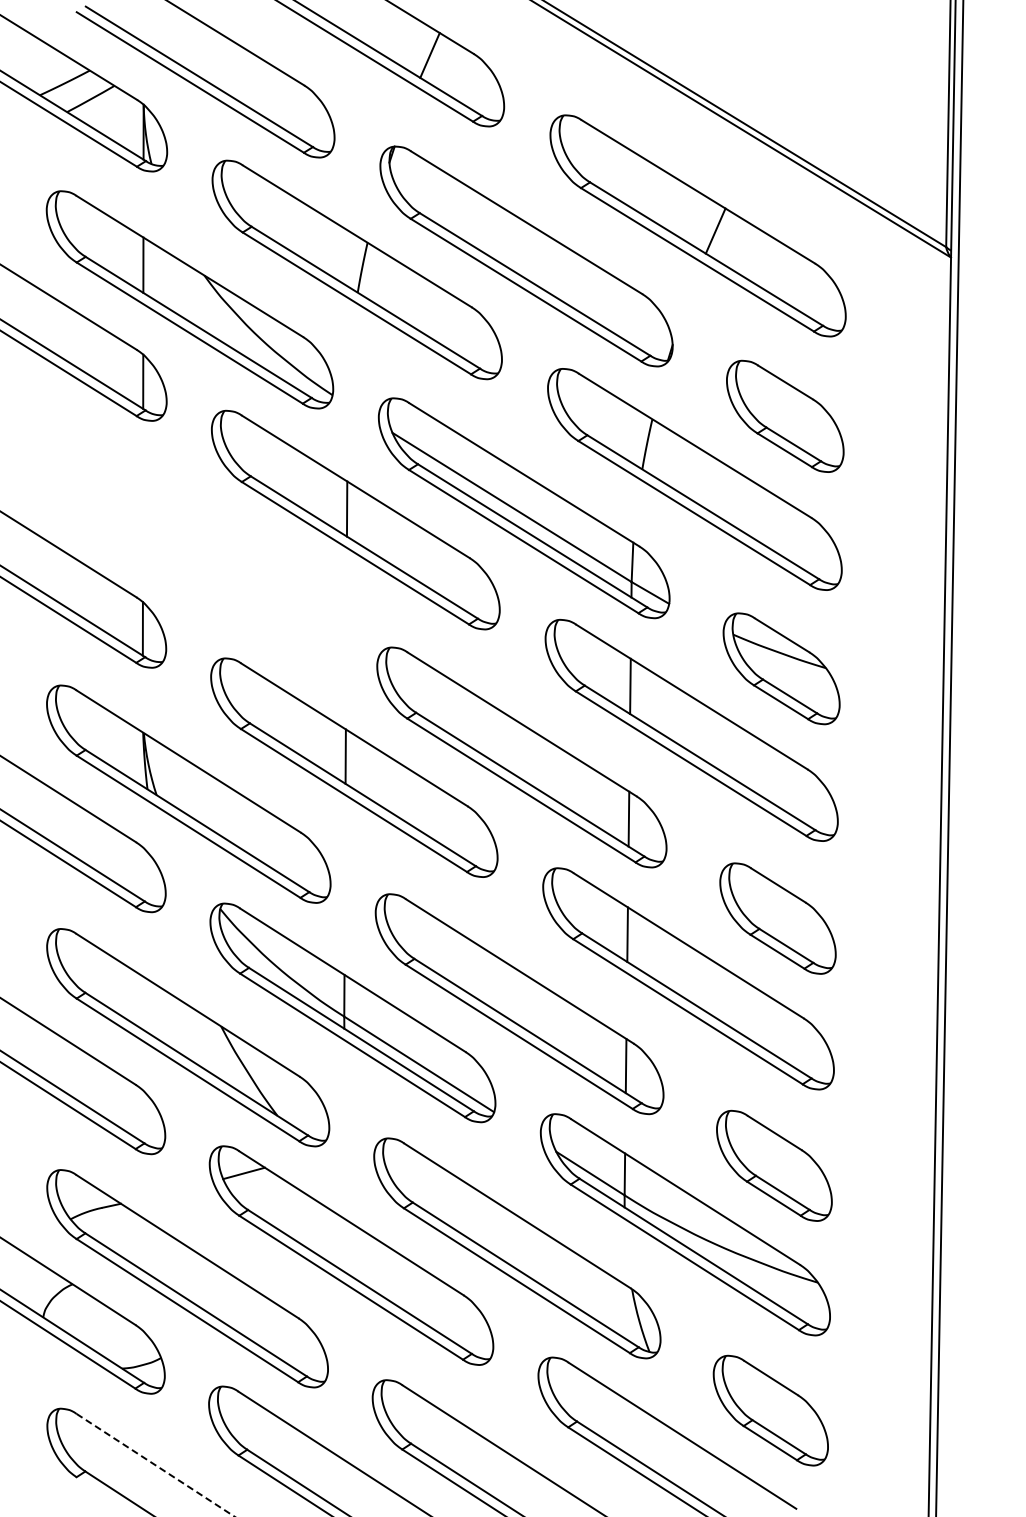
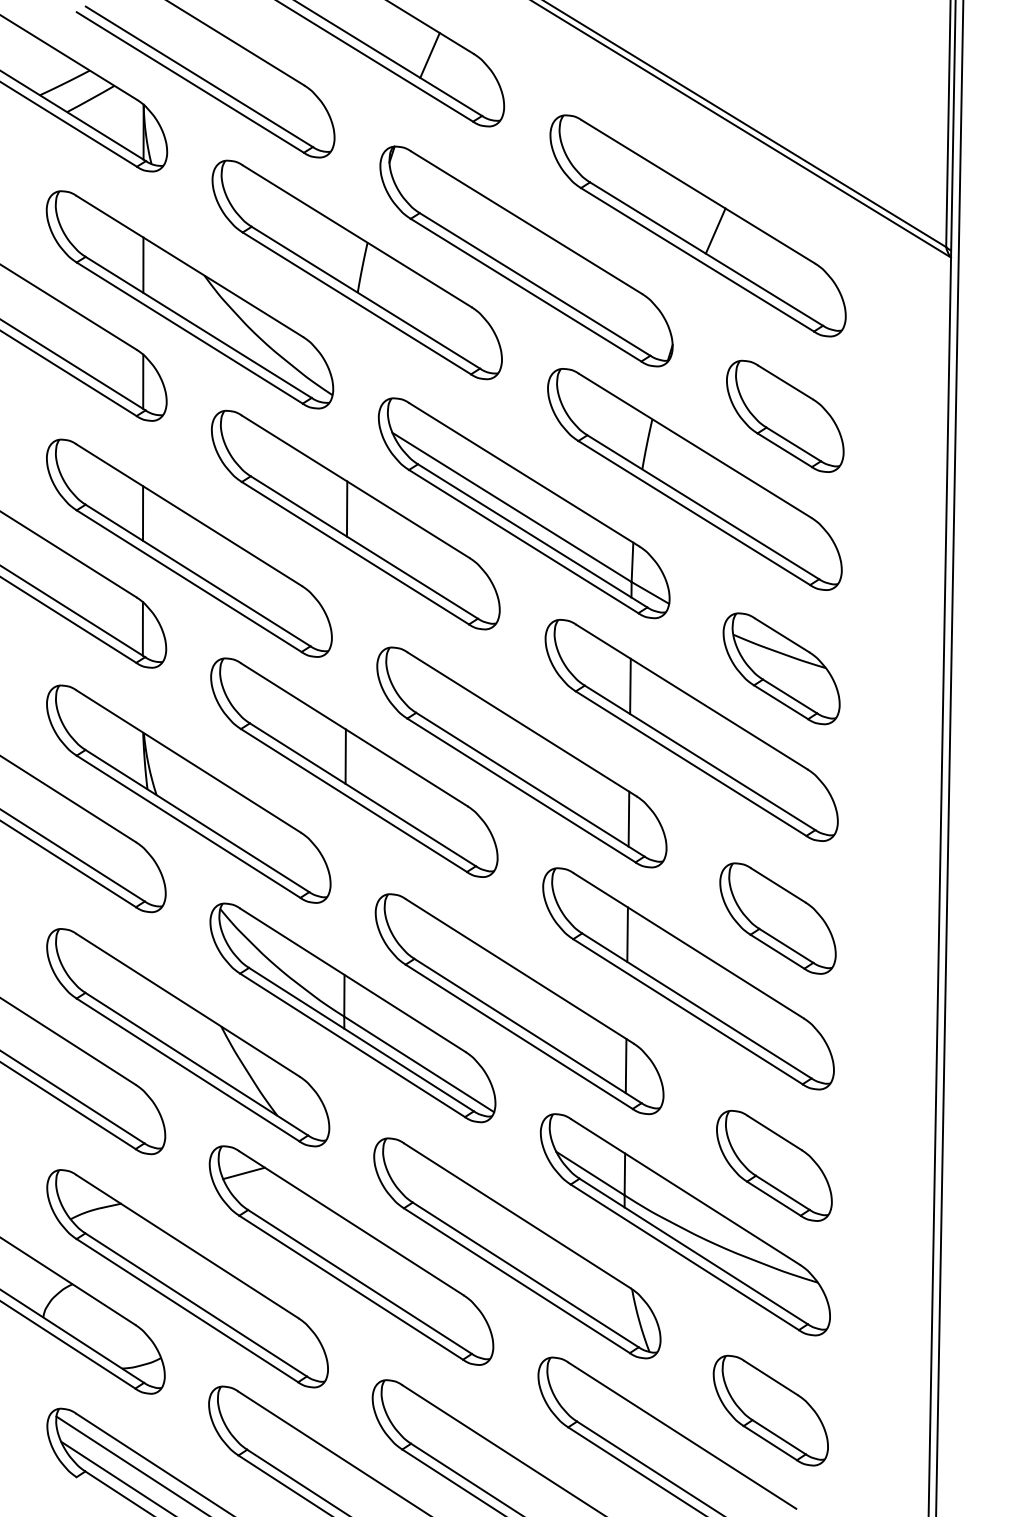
part at (189, 547): none -> present
line at (131, 1464): none -> present
line at (156, 1465): dashed -> solid
line at (116, 1477): none -> present
